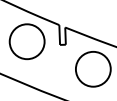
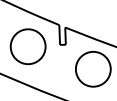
part at (26, 41) position: (26, 41) -> (27, 46)
